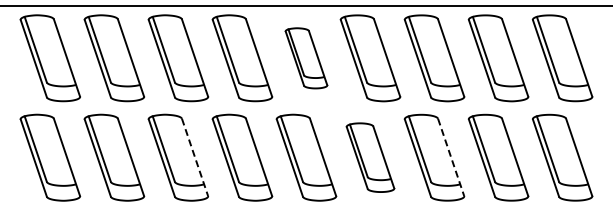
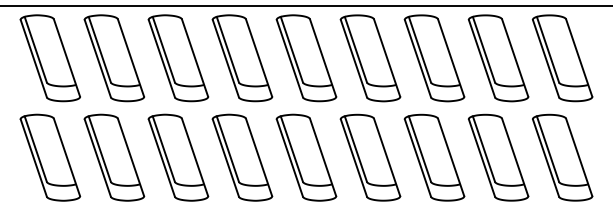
part at (306, 58) size: 45x63 px -> 63x89 px
line at (195, 157): dashed -> solid
part at (370, 157) size: 51x71 px -> 63x89 px
line at (451, 157): dashed -> solid
